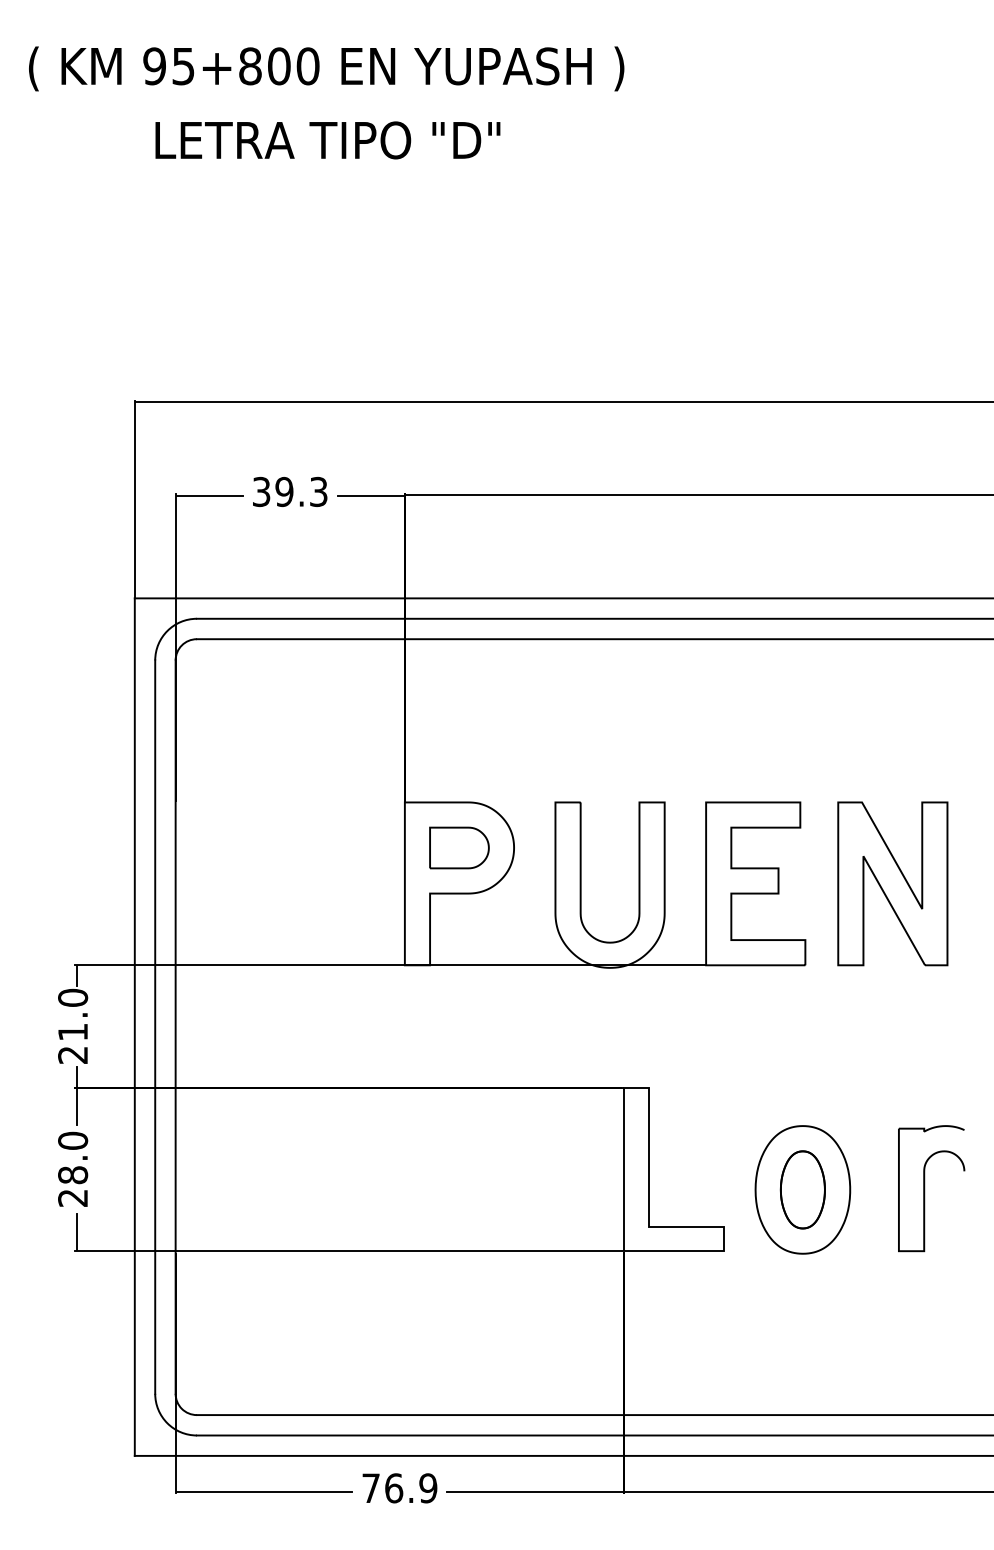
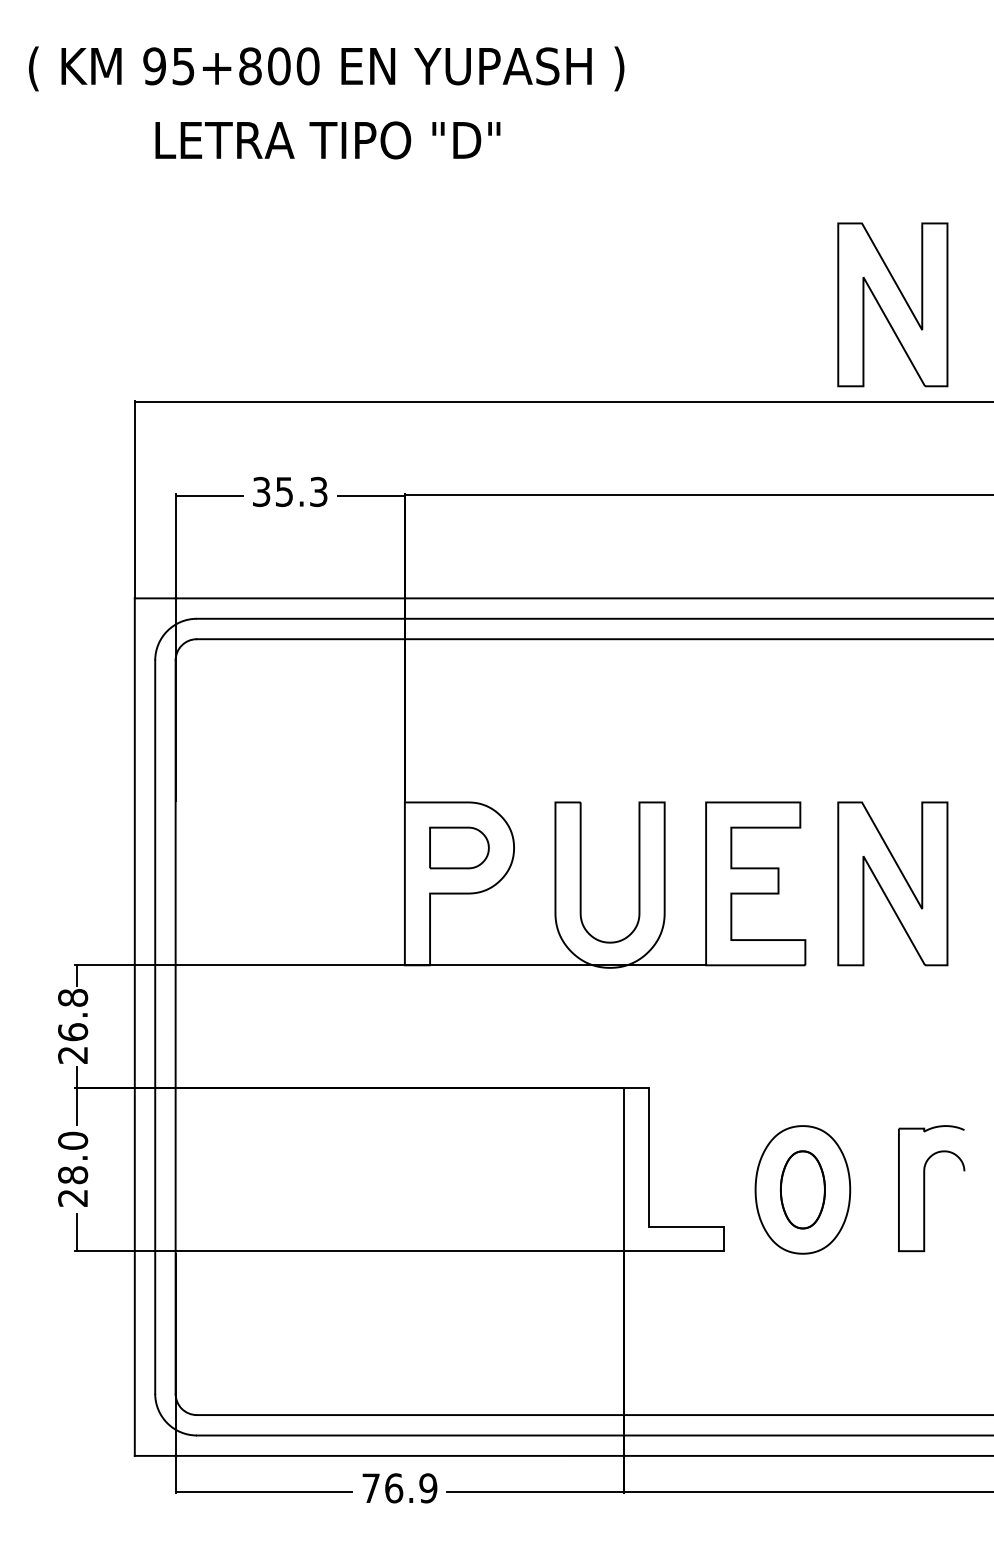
part at (892, 304): none -> present
text at (284, 491): 39.3 -> 35.3
text at (73, 1014): 21.0 -> 26.8
